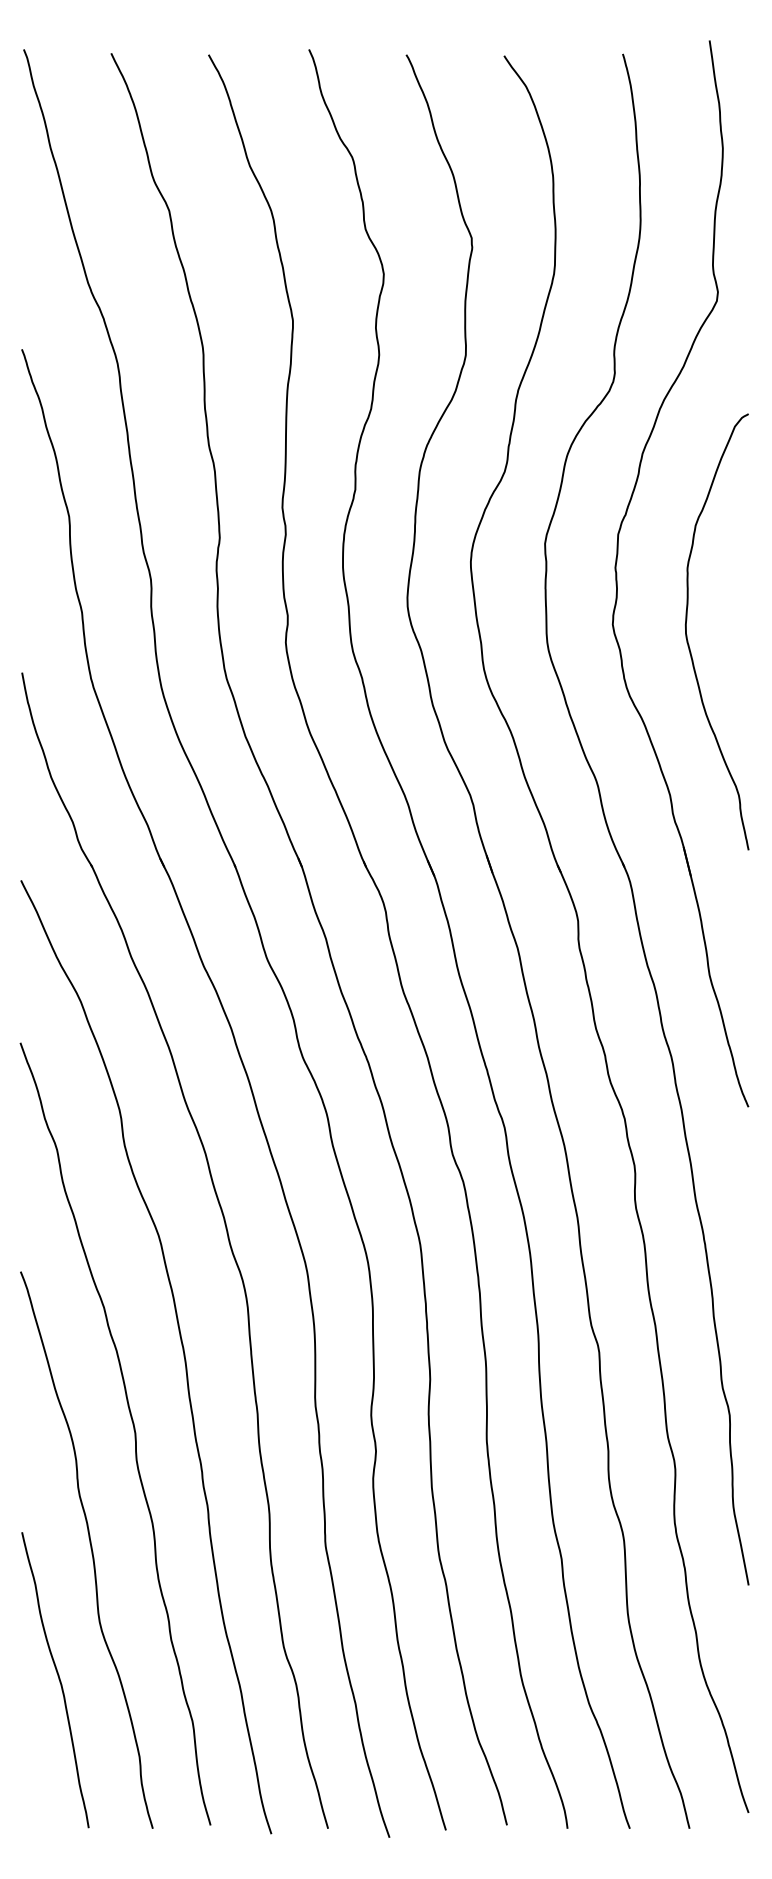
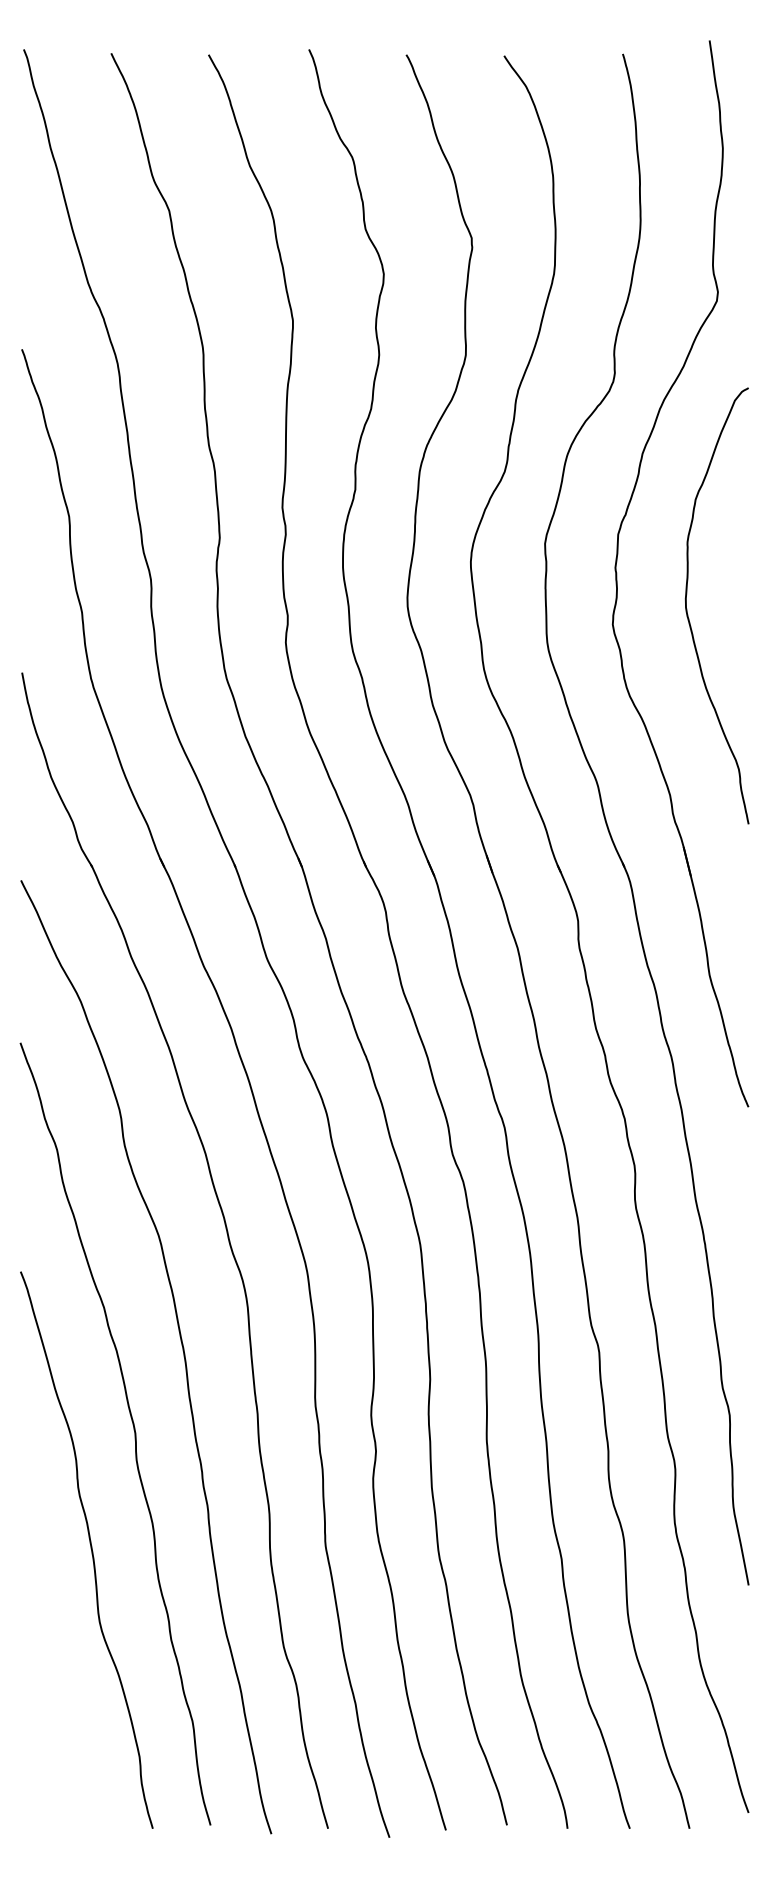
curve at (687, 634) position: (687, 634) -> (687, 608)
curve at (58, 1679): present -> none
